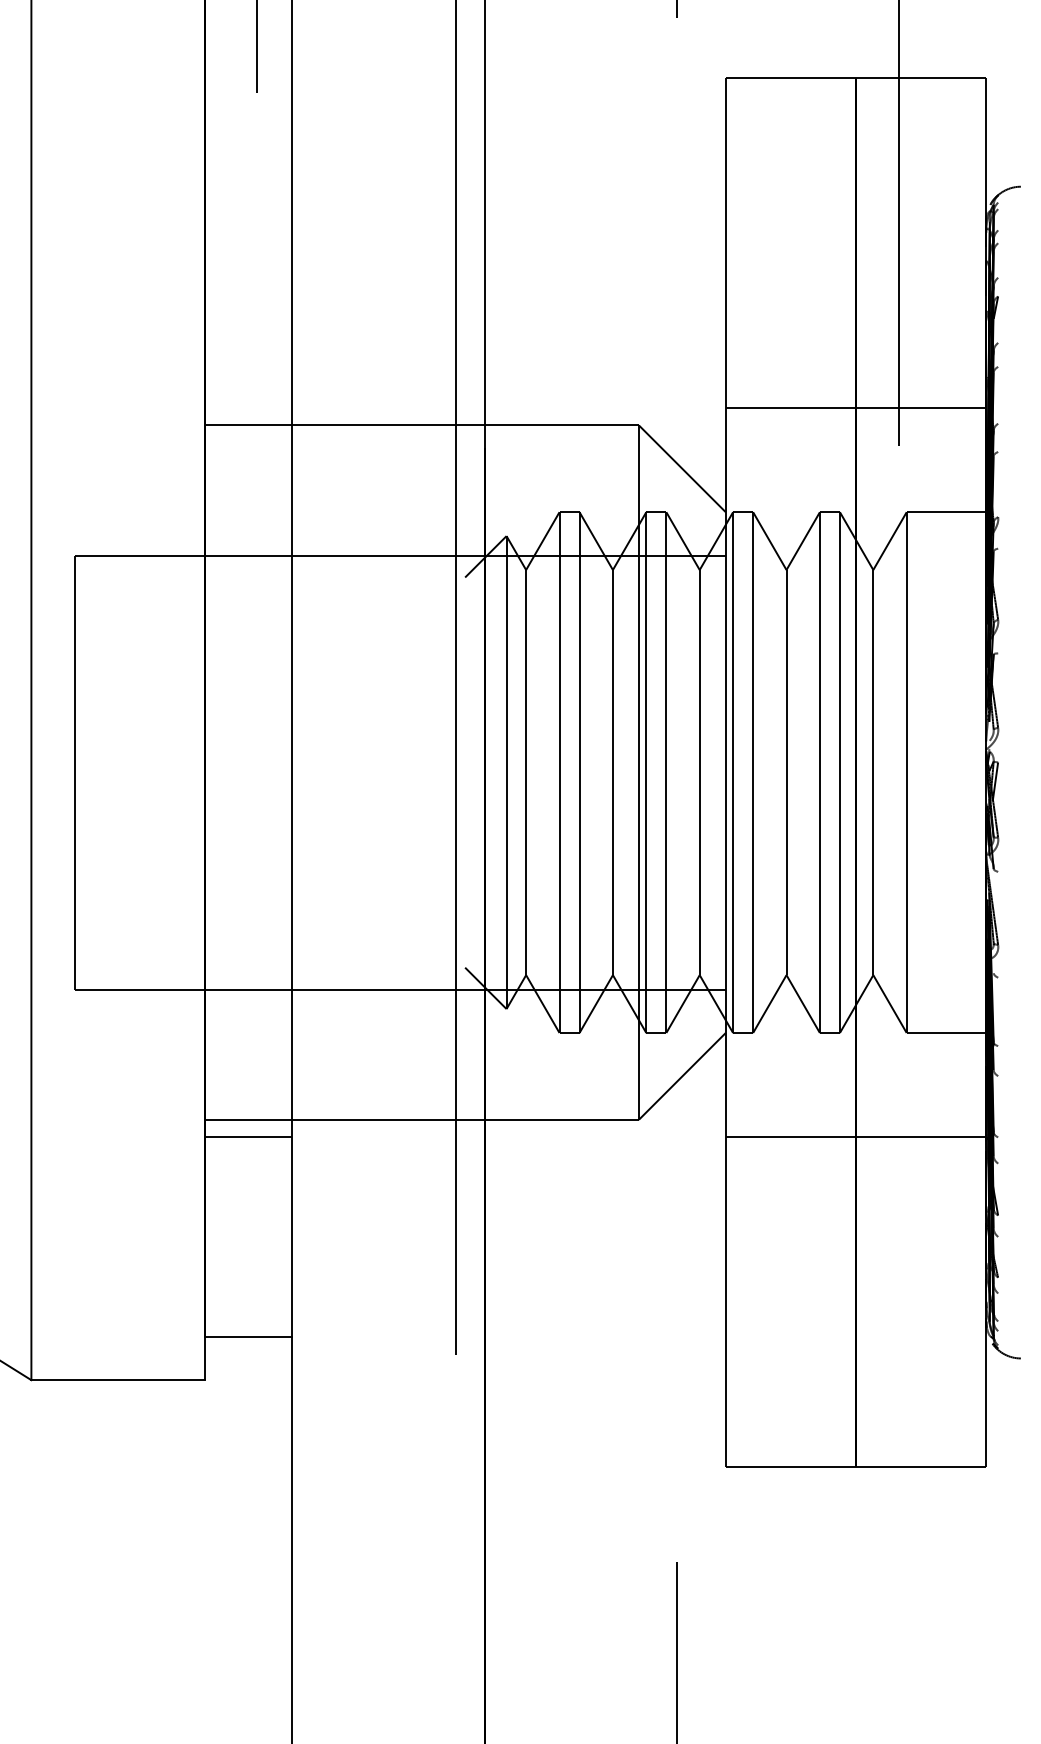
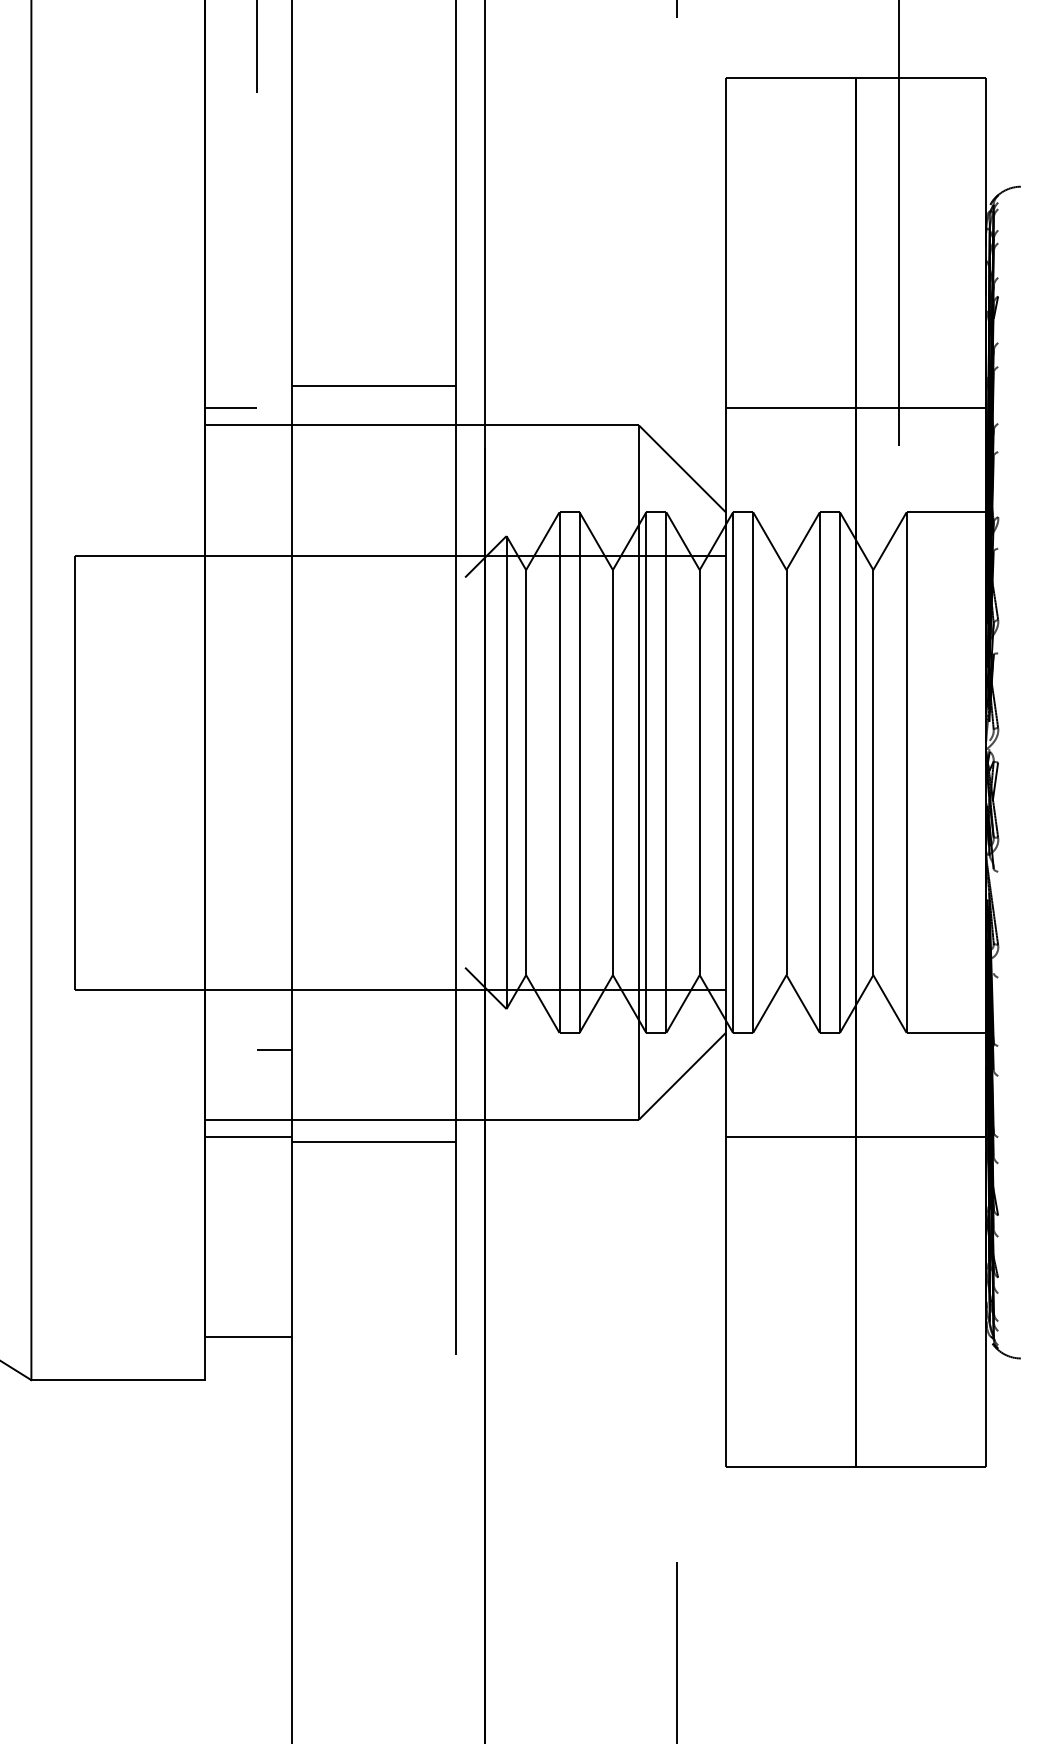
line at (373, 385): none -> present
line at (230, 408): none -> present
line at (274, 1049): none -> present
line at (373, 1141): none -> present
